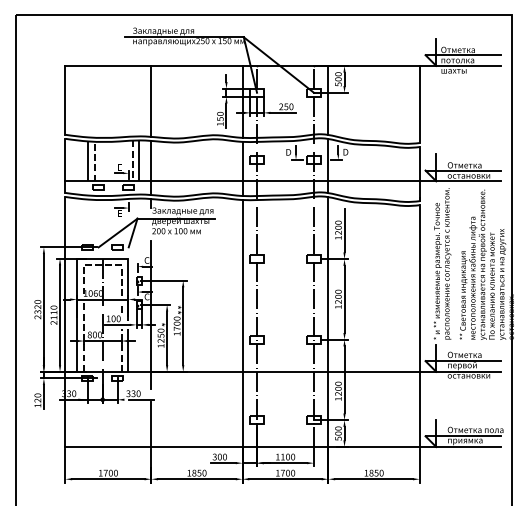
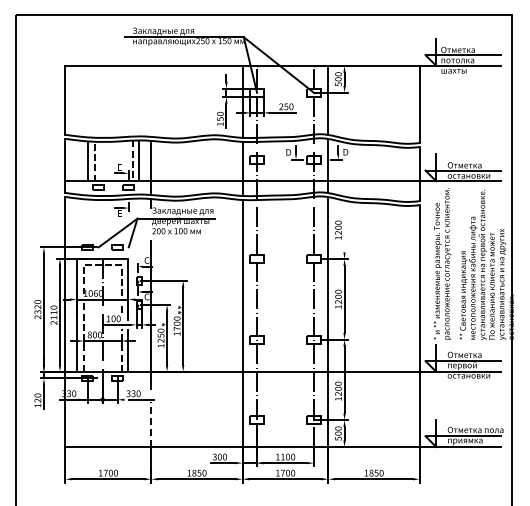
line at (151, 100): present -> none
line at (344, 230): present -> none
line at (151, 424): solid -> dashed
